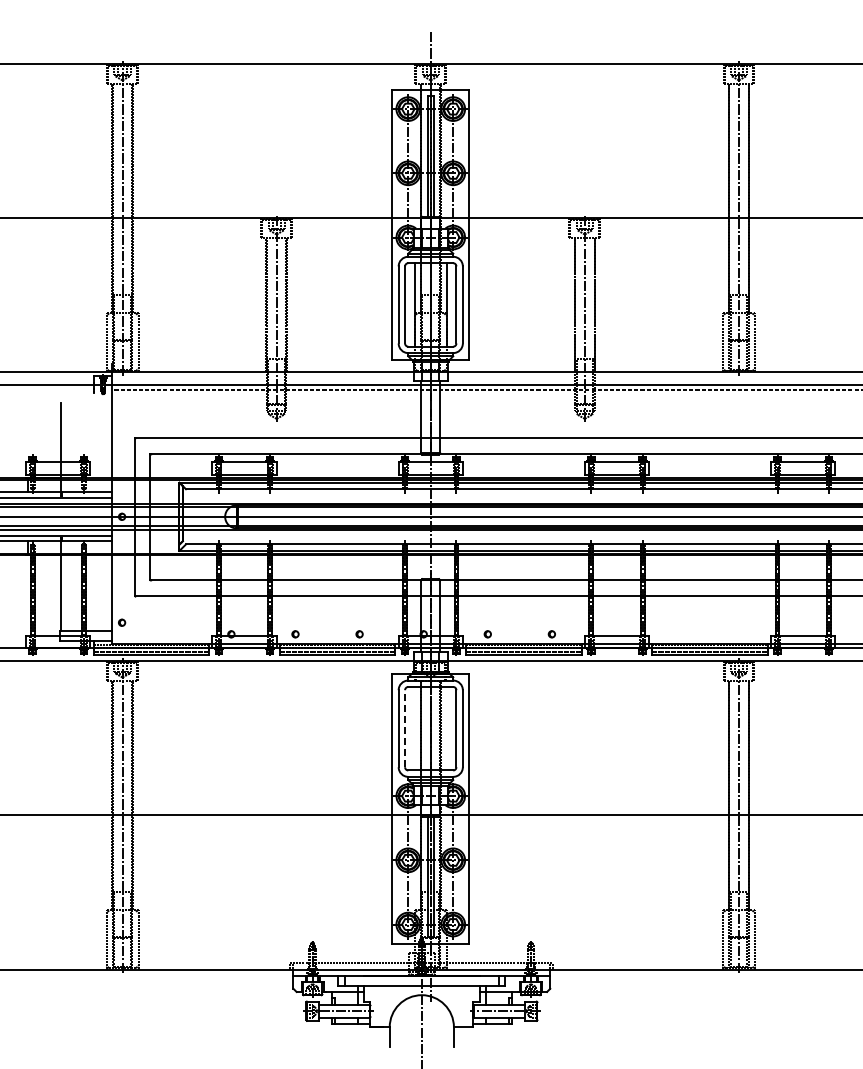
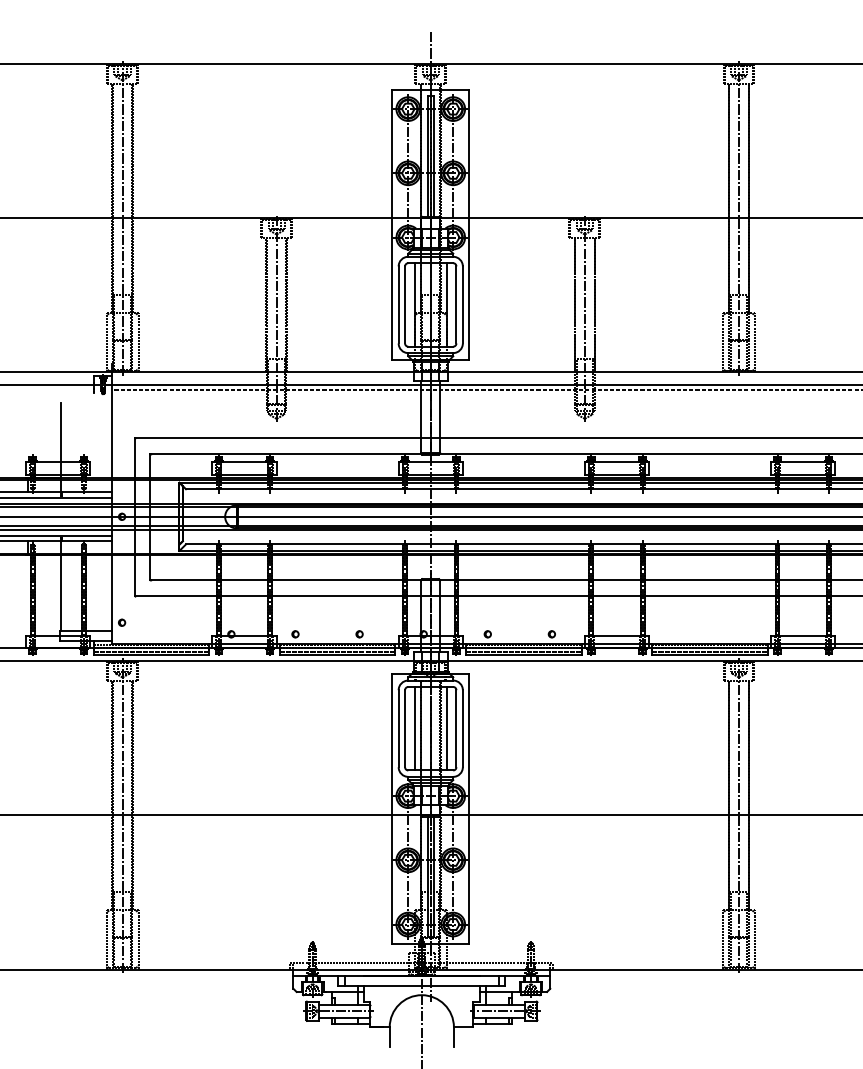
line at (405, 728): dashed -> solid
line at (414, 728): none -> present
line at (446, 728): none -> present
